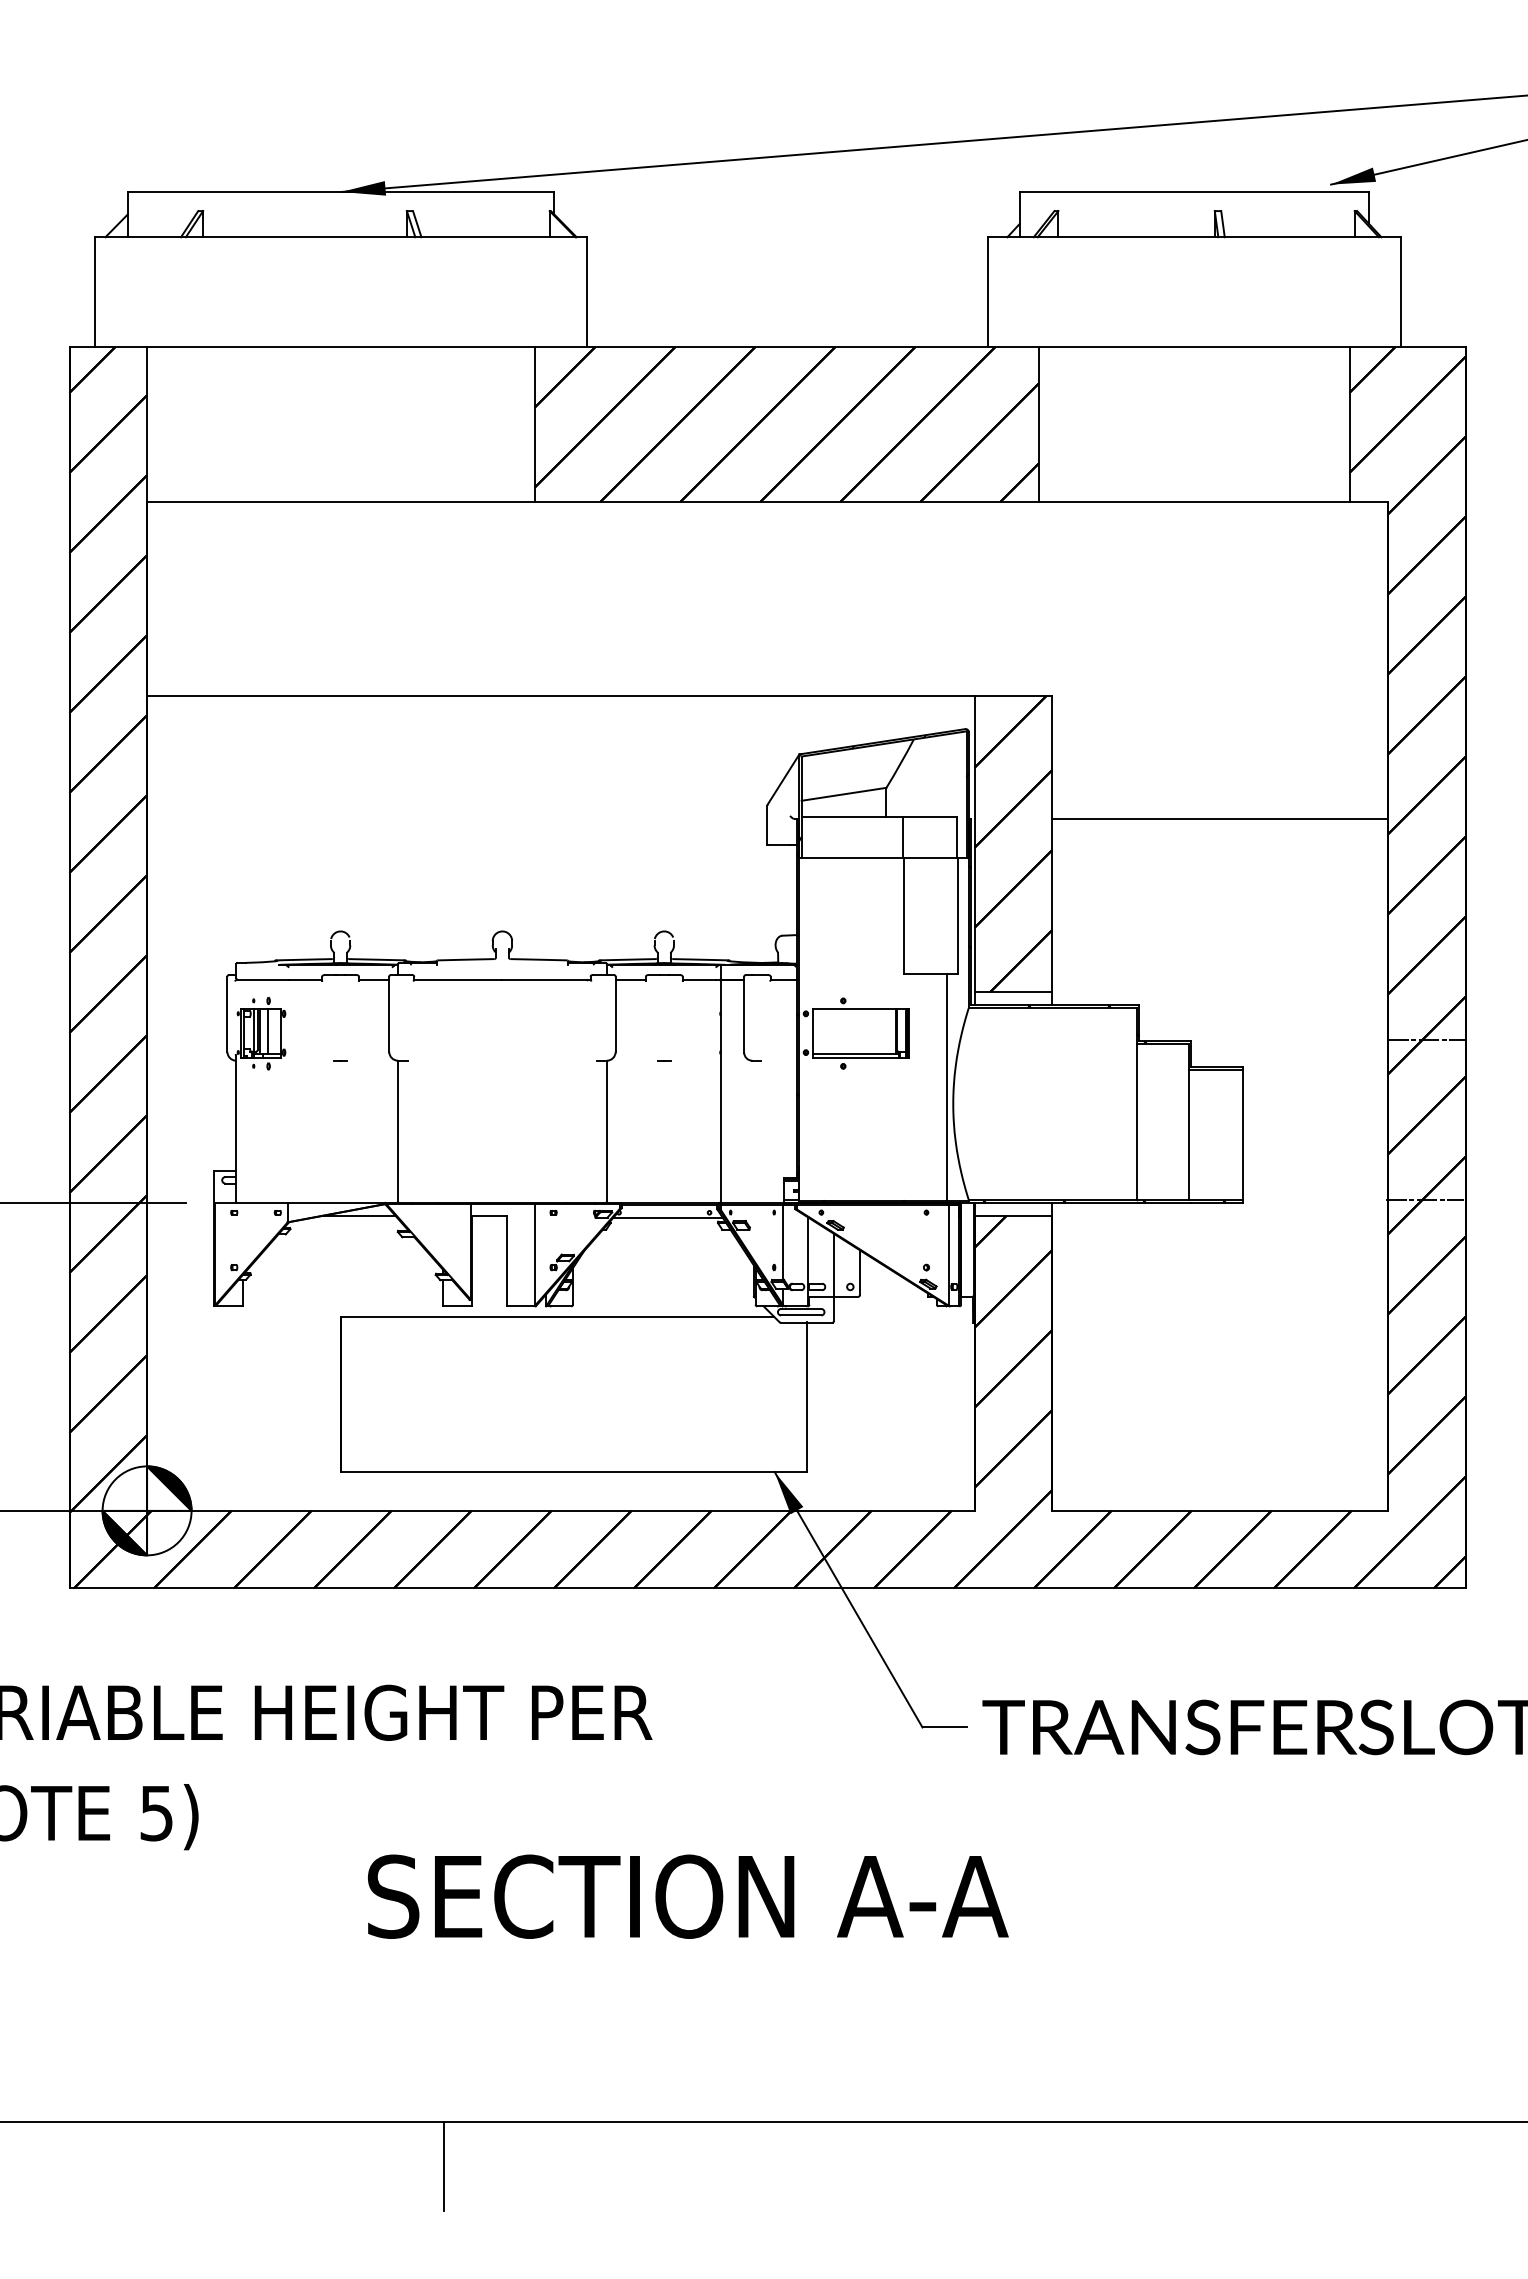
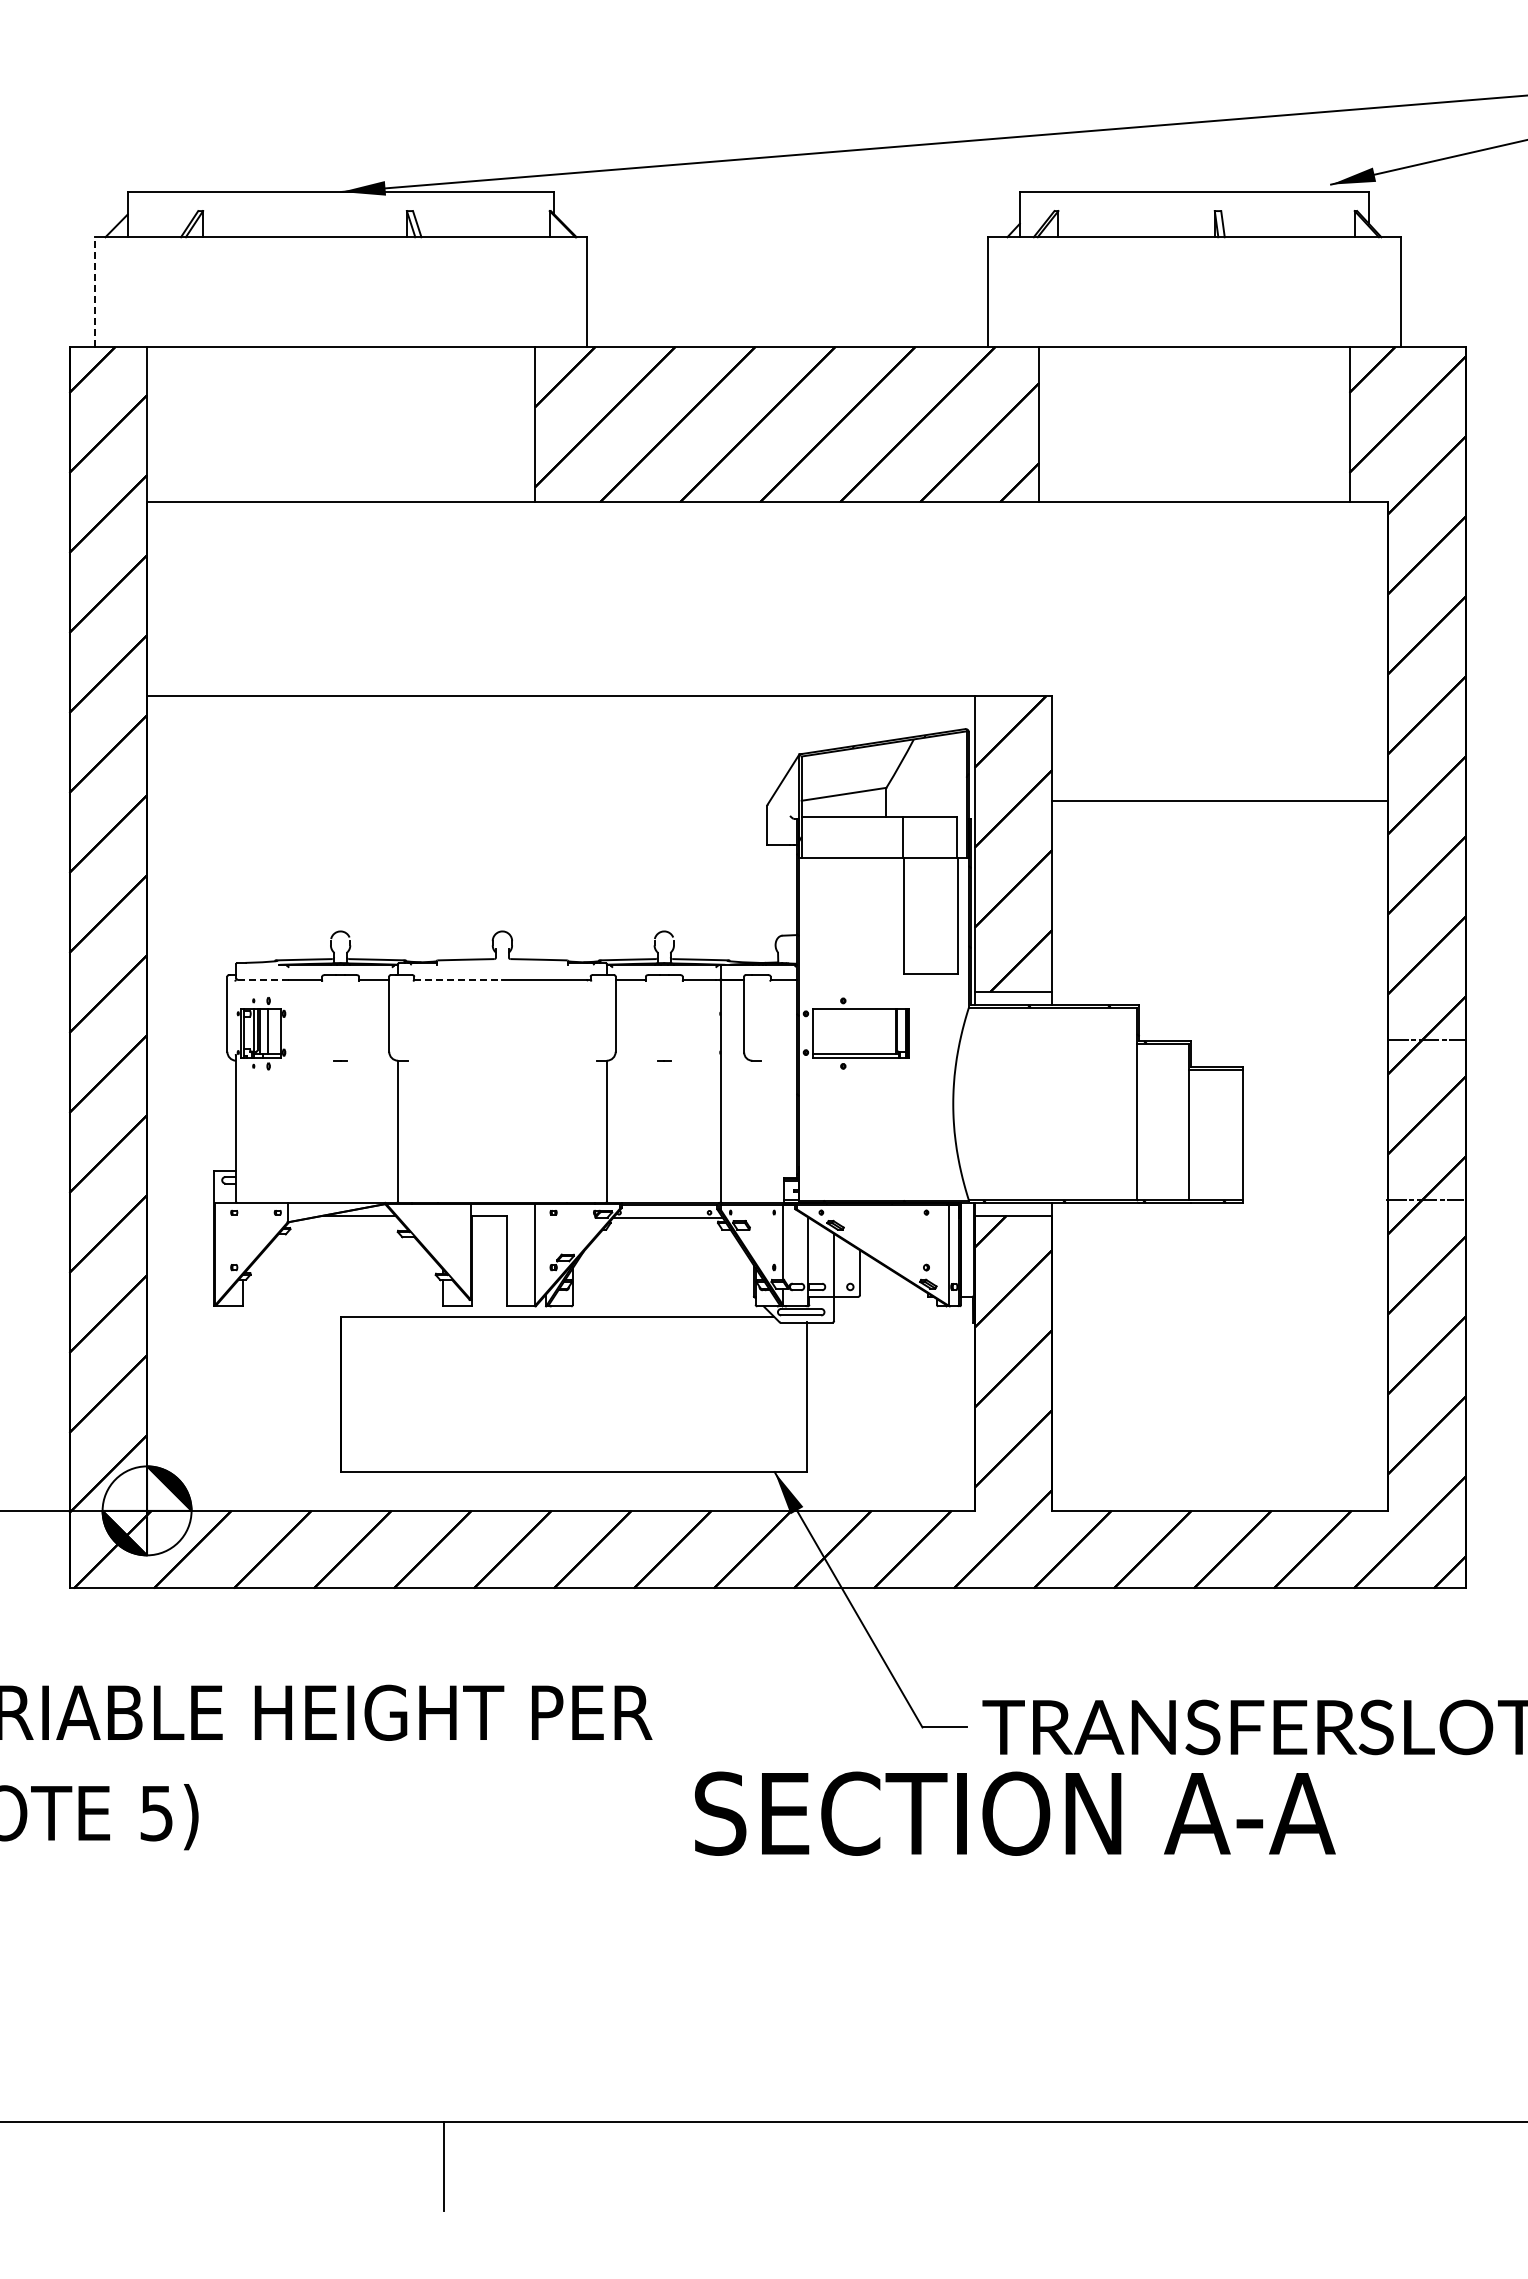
line at (95, 292): solid -> dashed
line at (1220, 818) position: (1220, 818) -> (1220, 800)
line at (262, 979): solid -> dashed
line at (458, 979): solid -> dashed
line at (947, 1087): present -> none
line at (94, 1202): present -> none
text at (688, 1896) position: (688, 1896) -> (1015, 1813)
